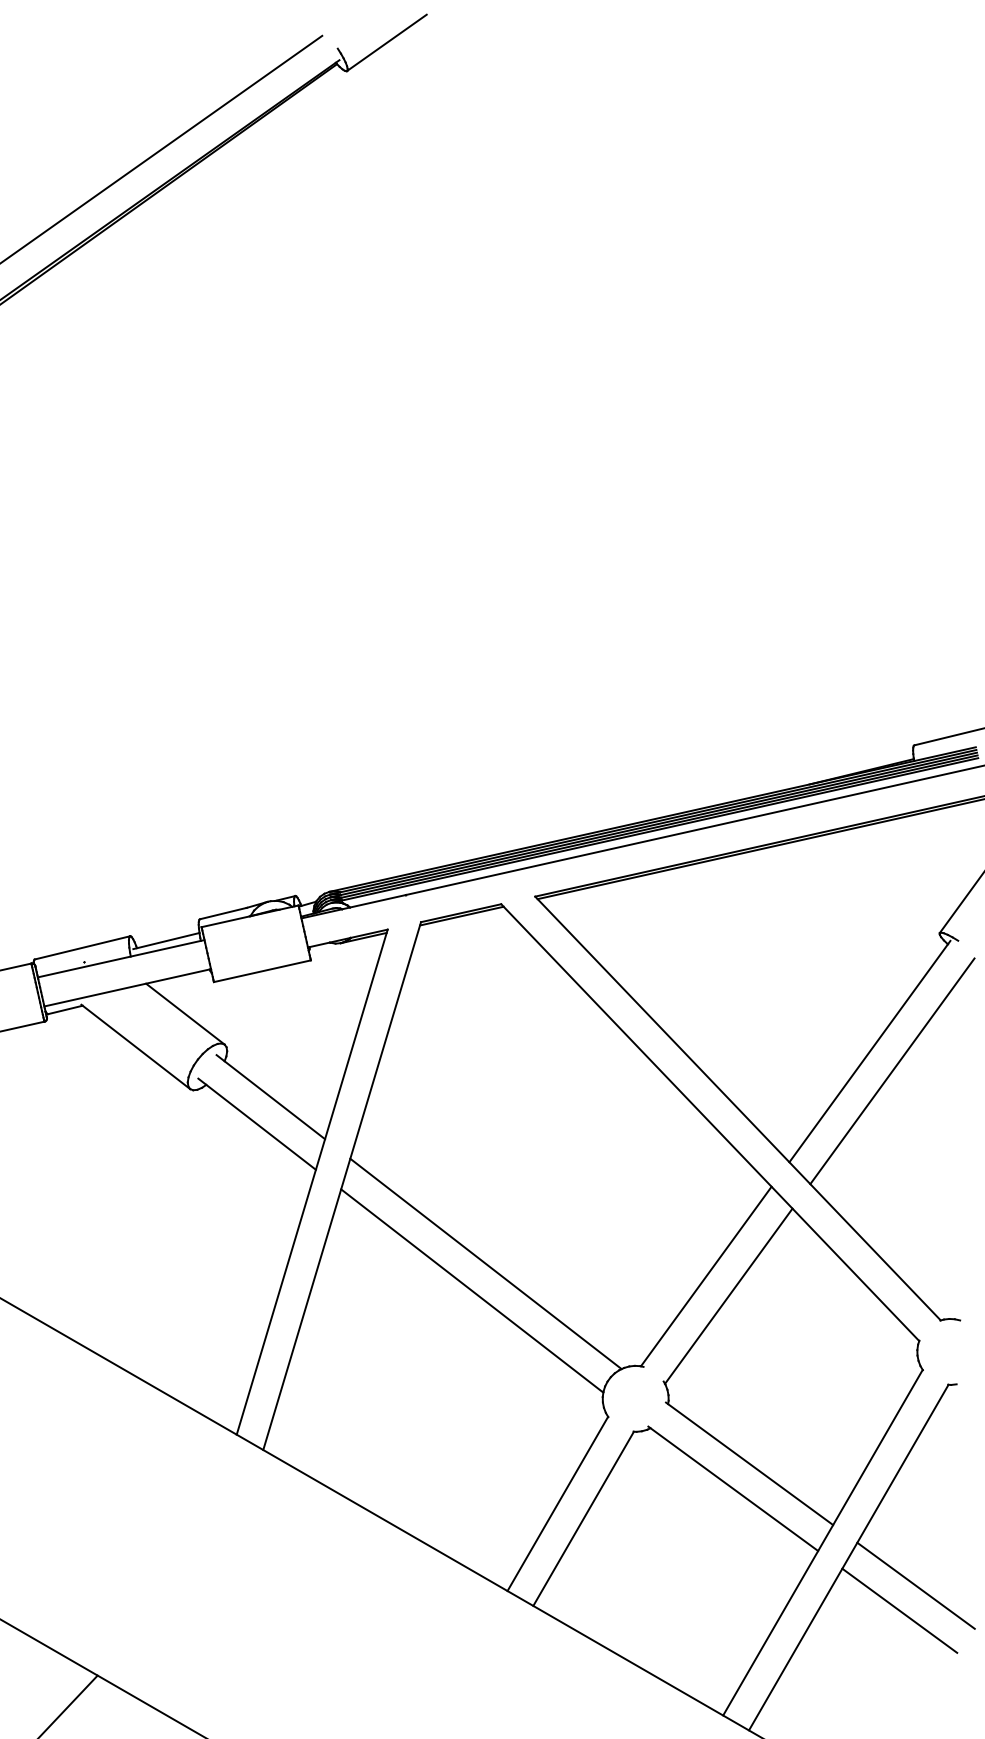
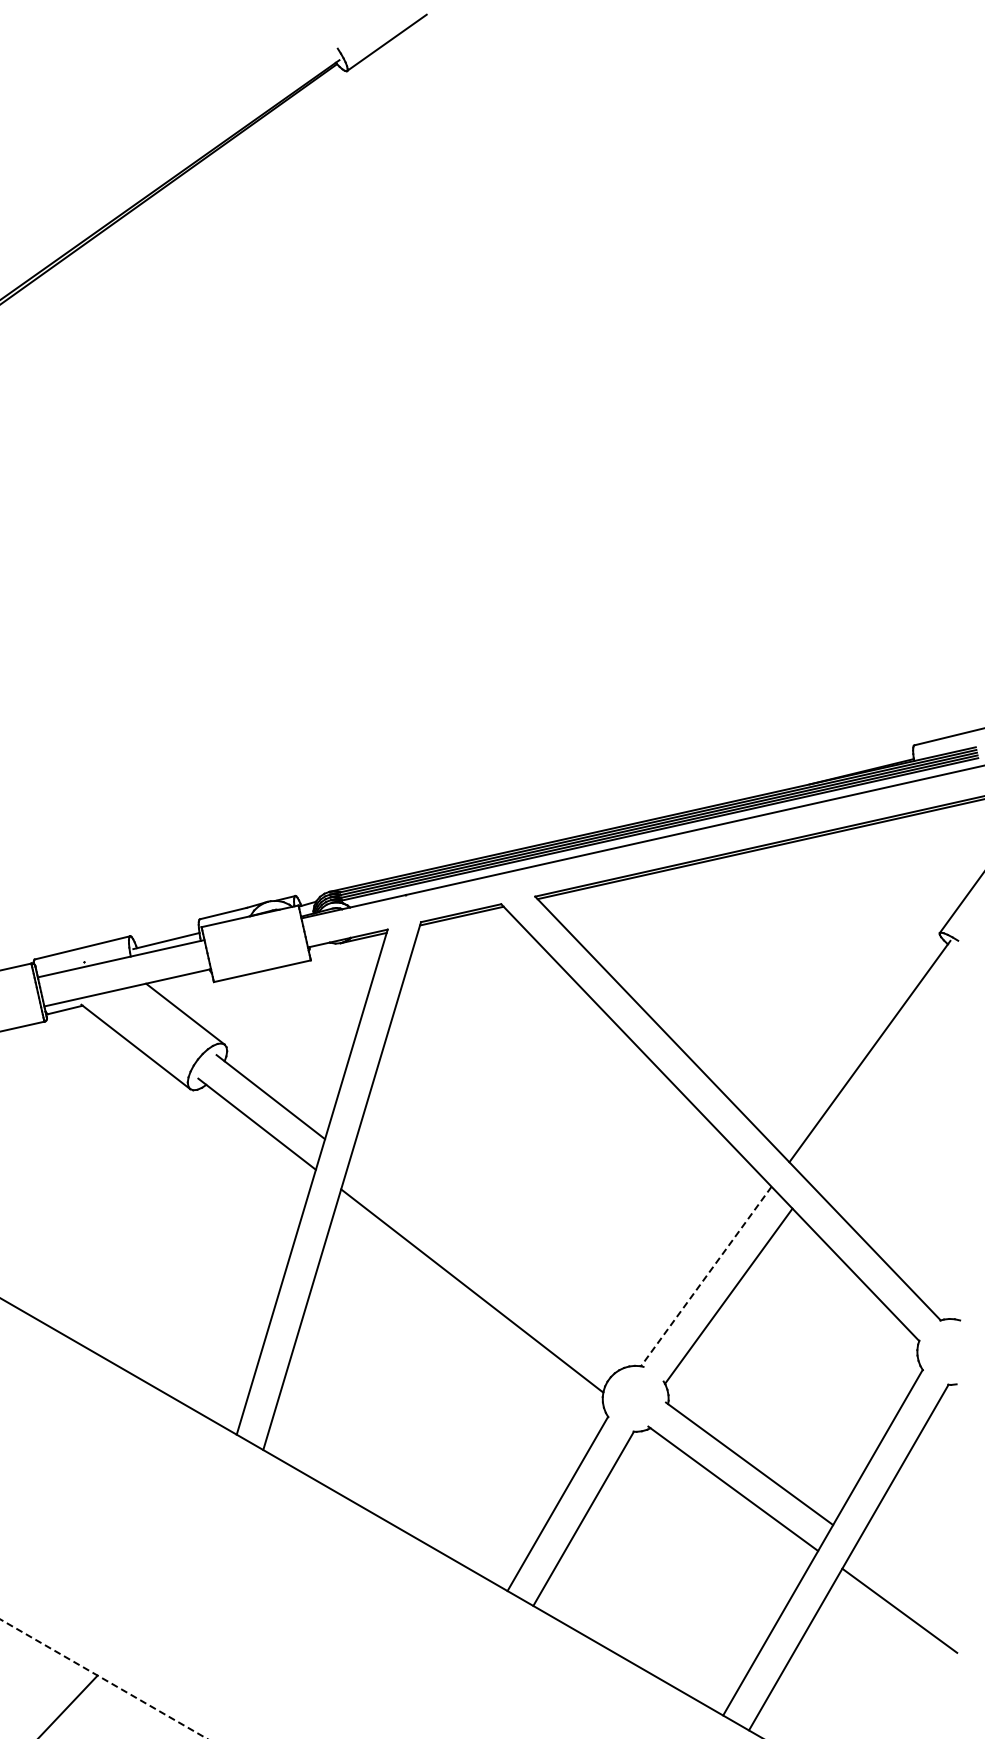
line at (162, 148): present -> none
line at (892, 1071): present -> none
line at (485, 1263): present -> none
line at (705, 1276): solid -> dashed
line at (915, 1585): present -> none
line at (104, 1679): solid -> dashed
